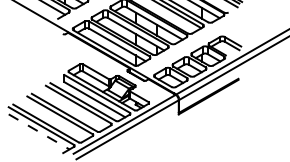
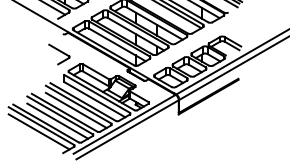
part at (59, 54): none -> present
line at (75, 110): none -> present
line at (57, 120): none -> present
line at (39, 132): dashed -> solid
